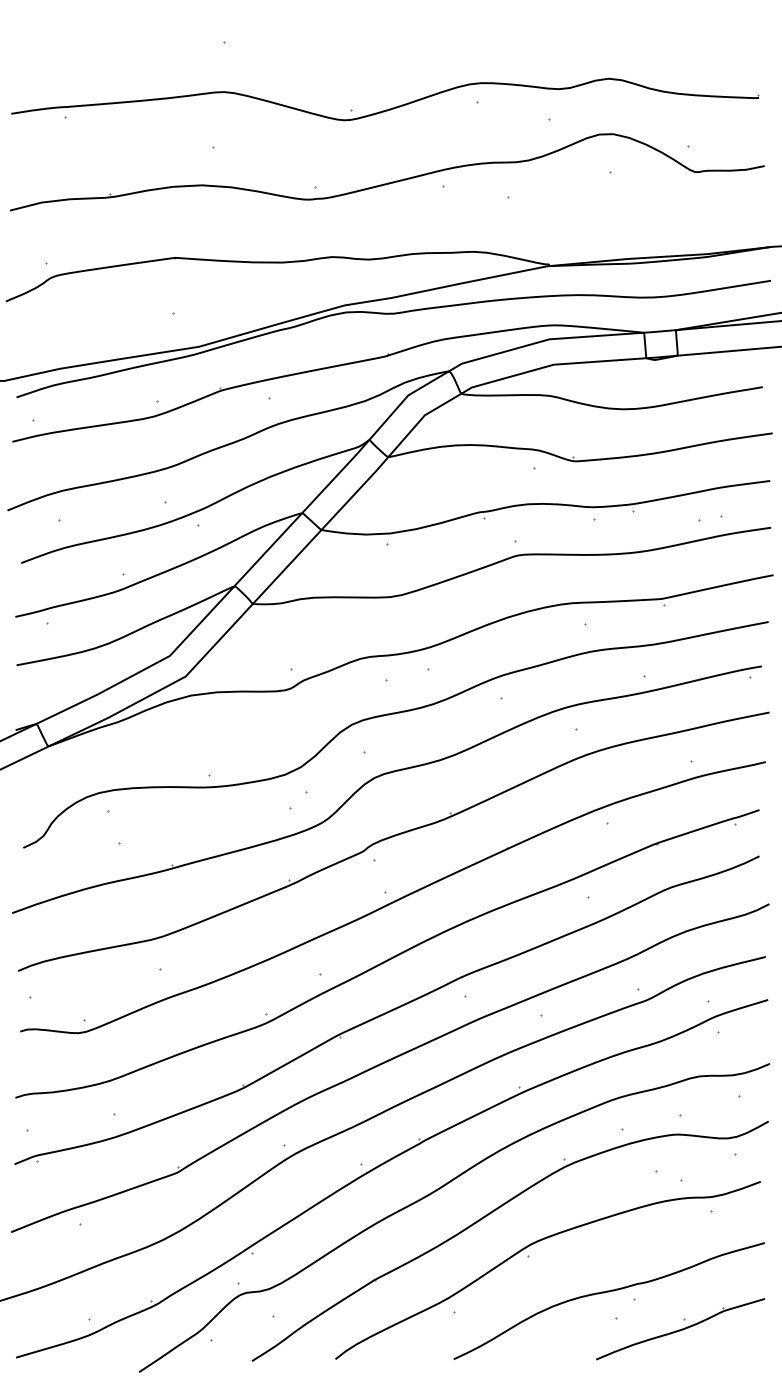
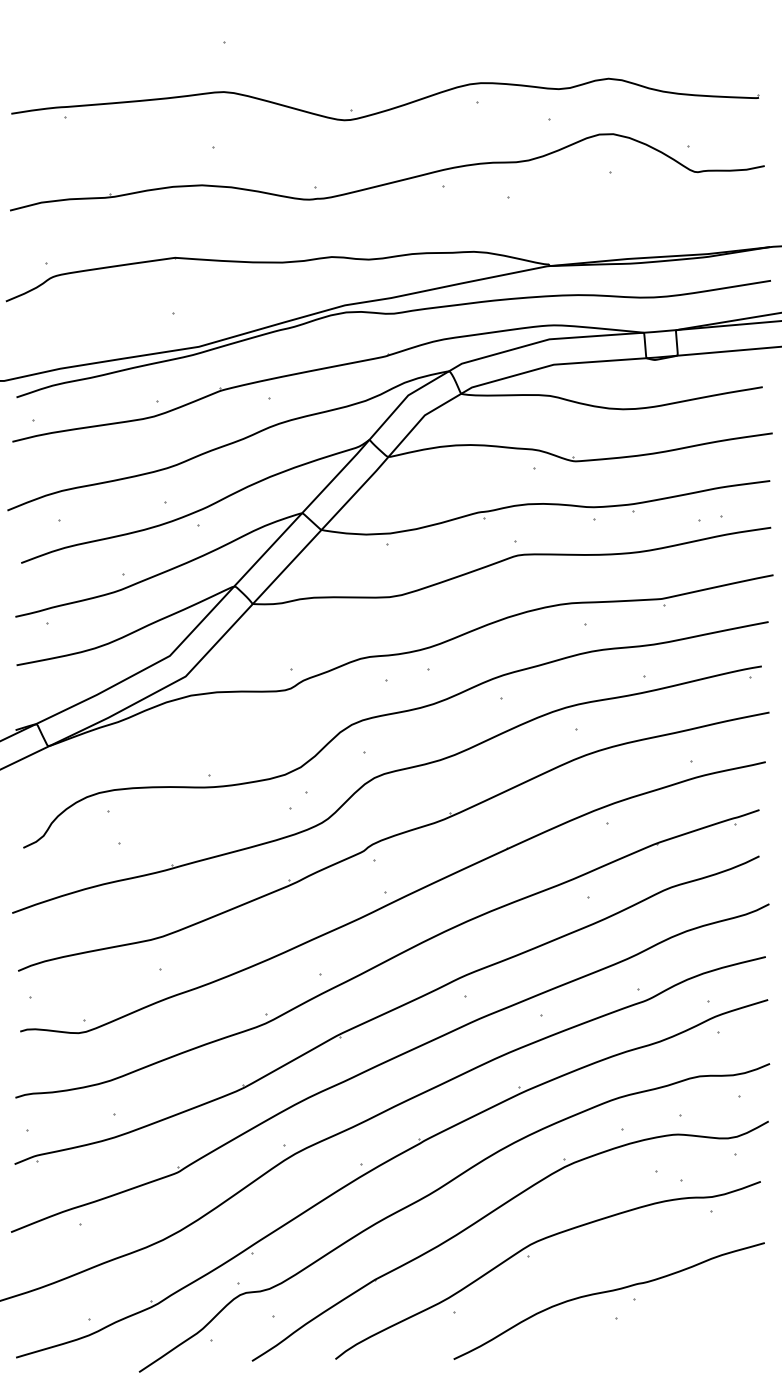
part at (680, 1329): present -> none
